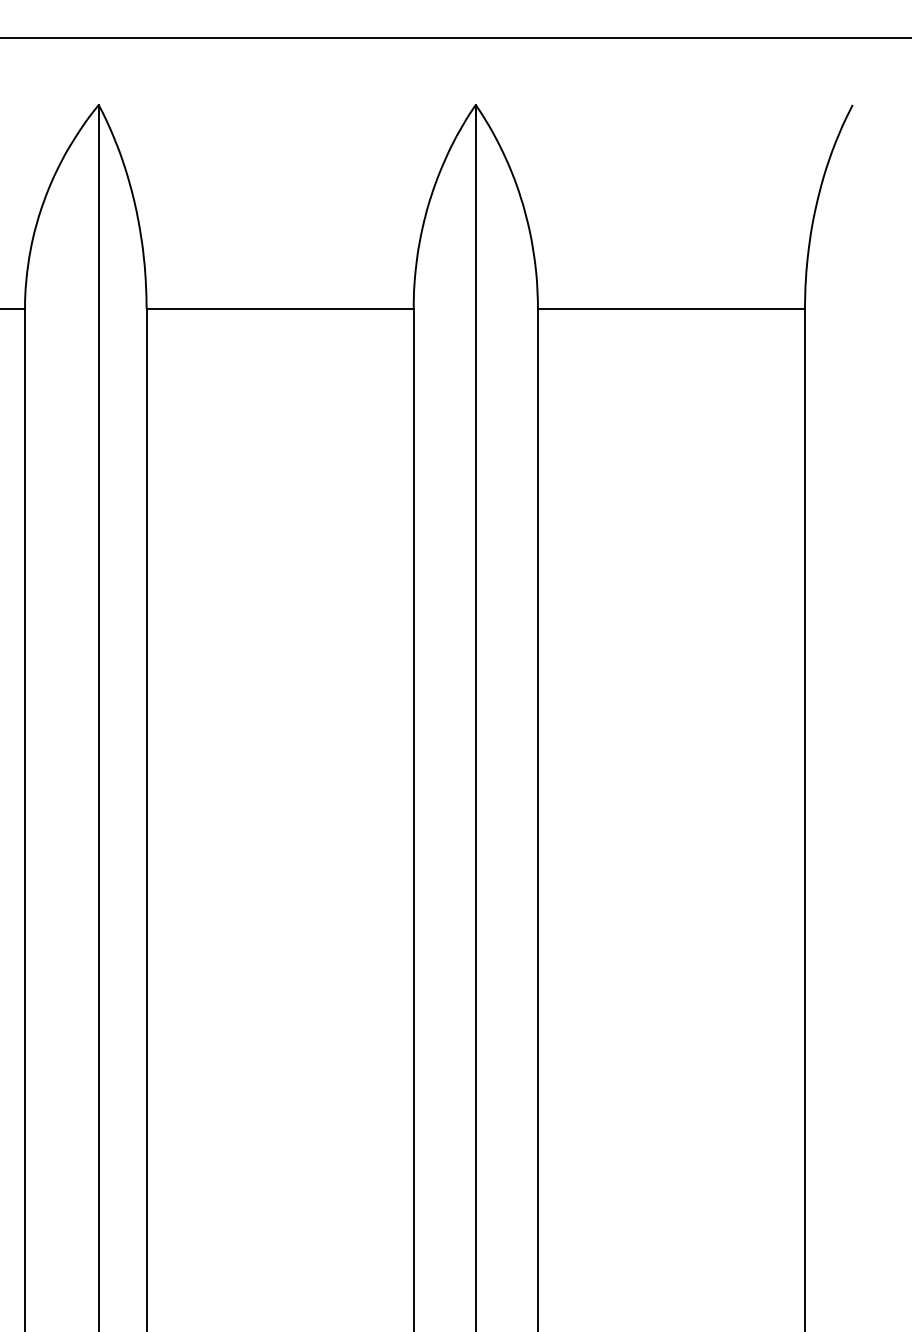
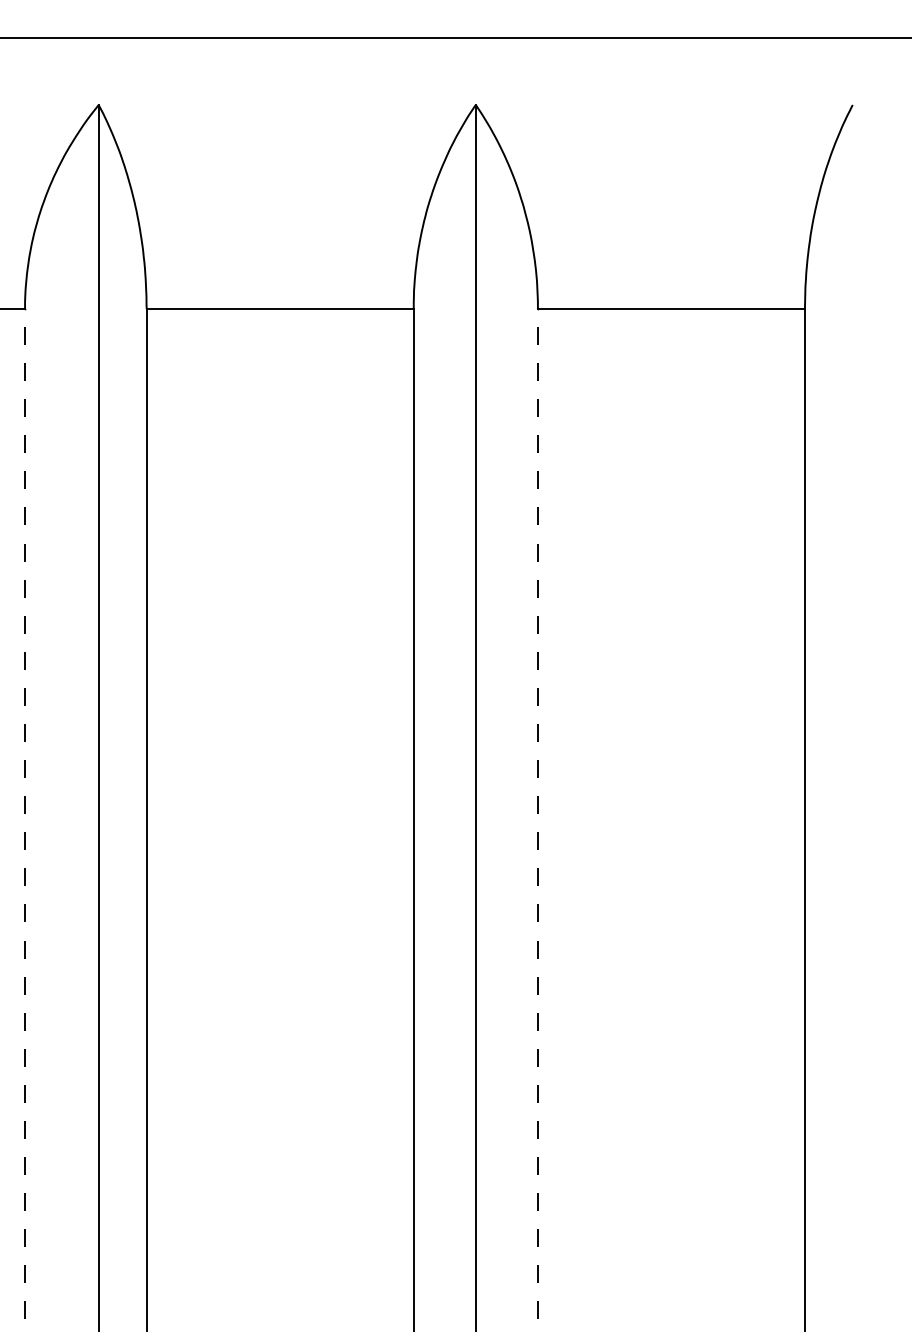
line at (25, 819): solid -> dashed
line at (537, 819): solid -> dashed
